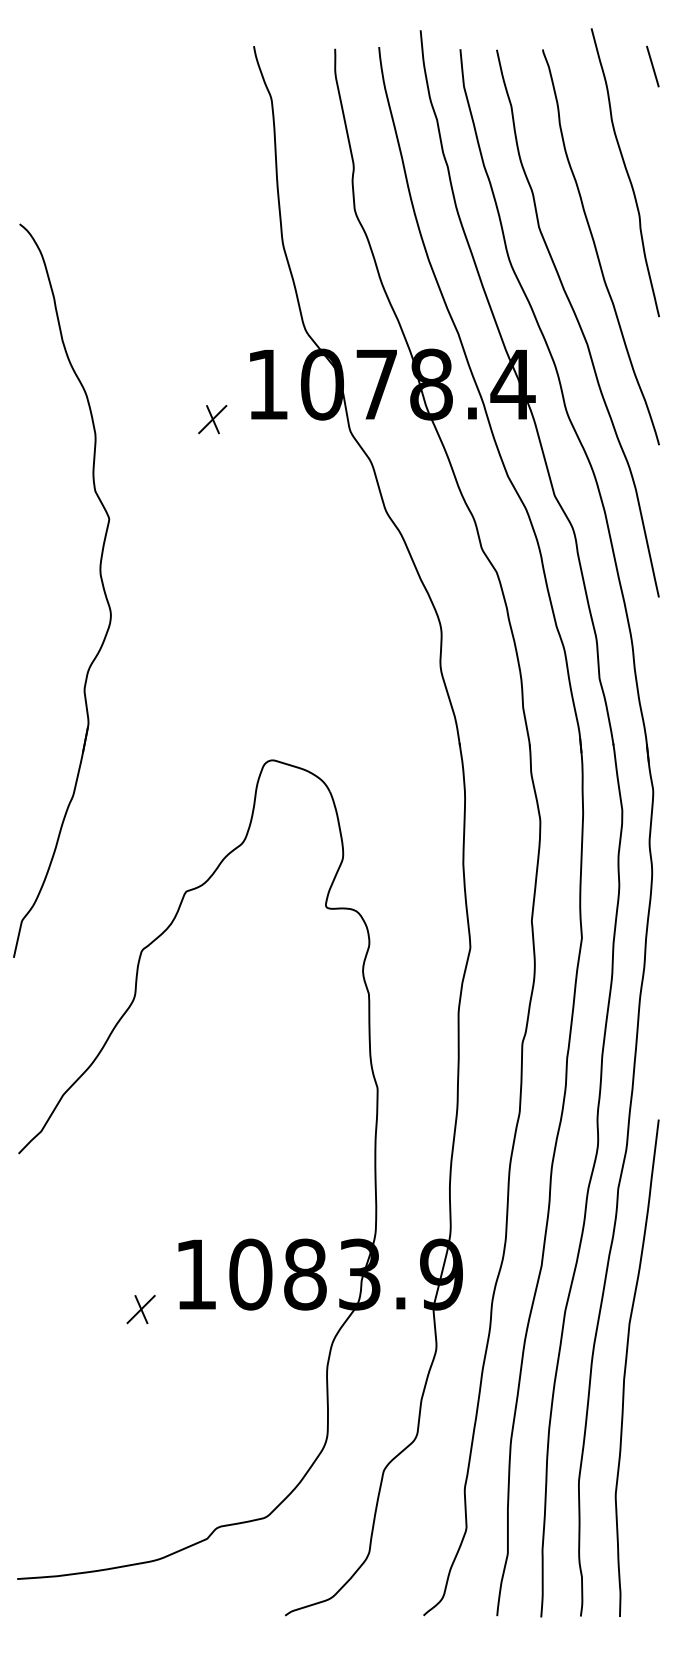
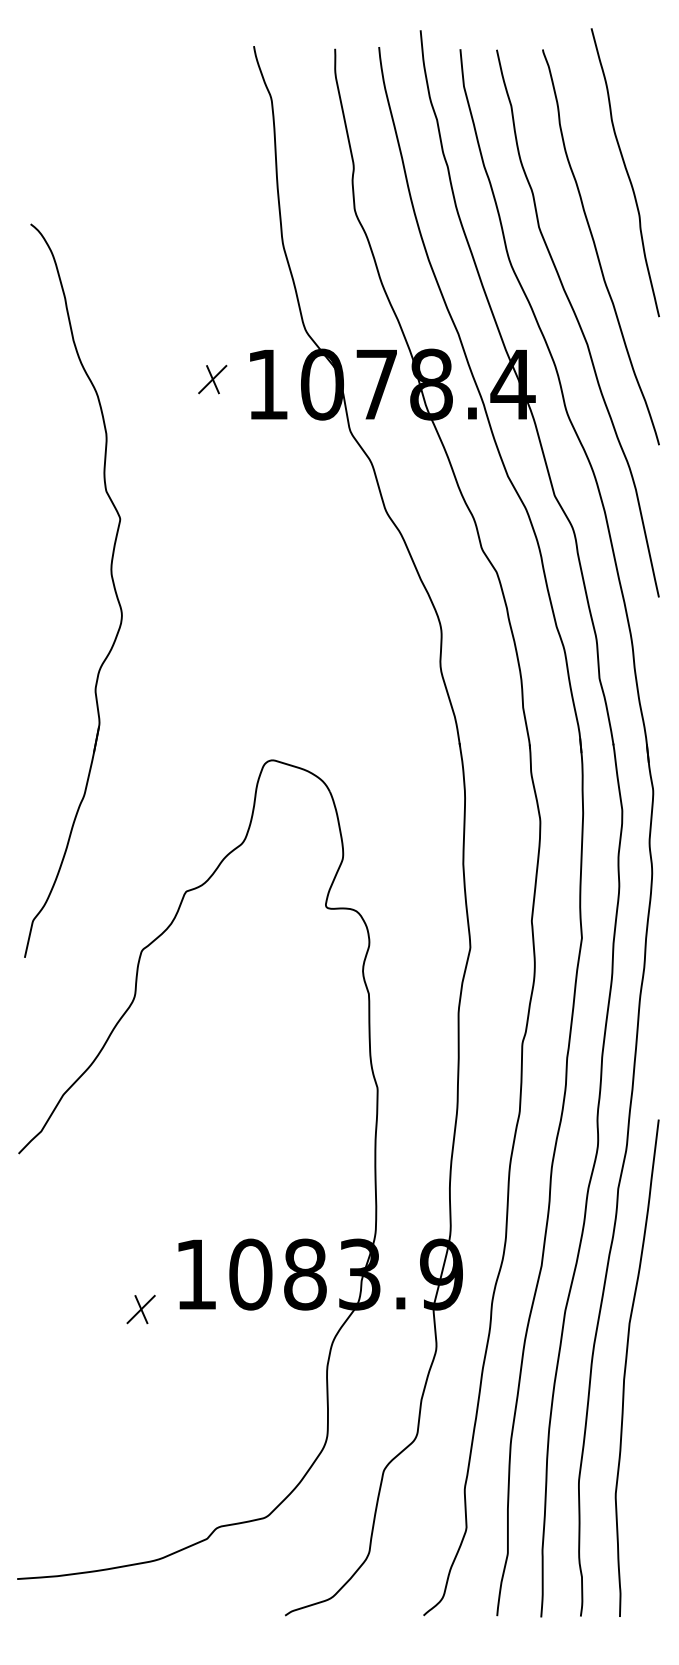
line at (652, 66): present -> none
part at (212, 419) position: (212, 419) -> (212, 379)
part at (100, 579) position: (100, 579) -> (111, 579)
